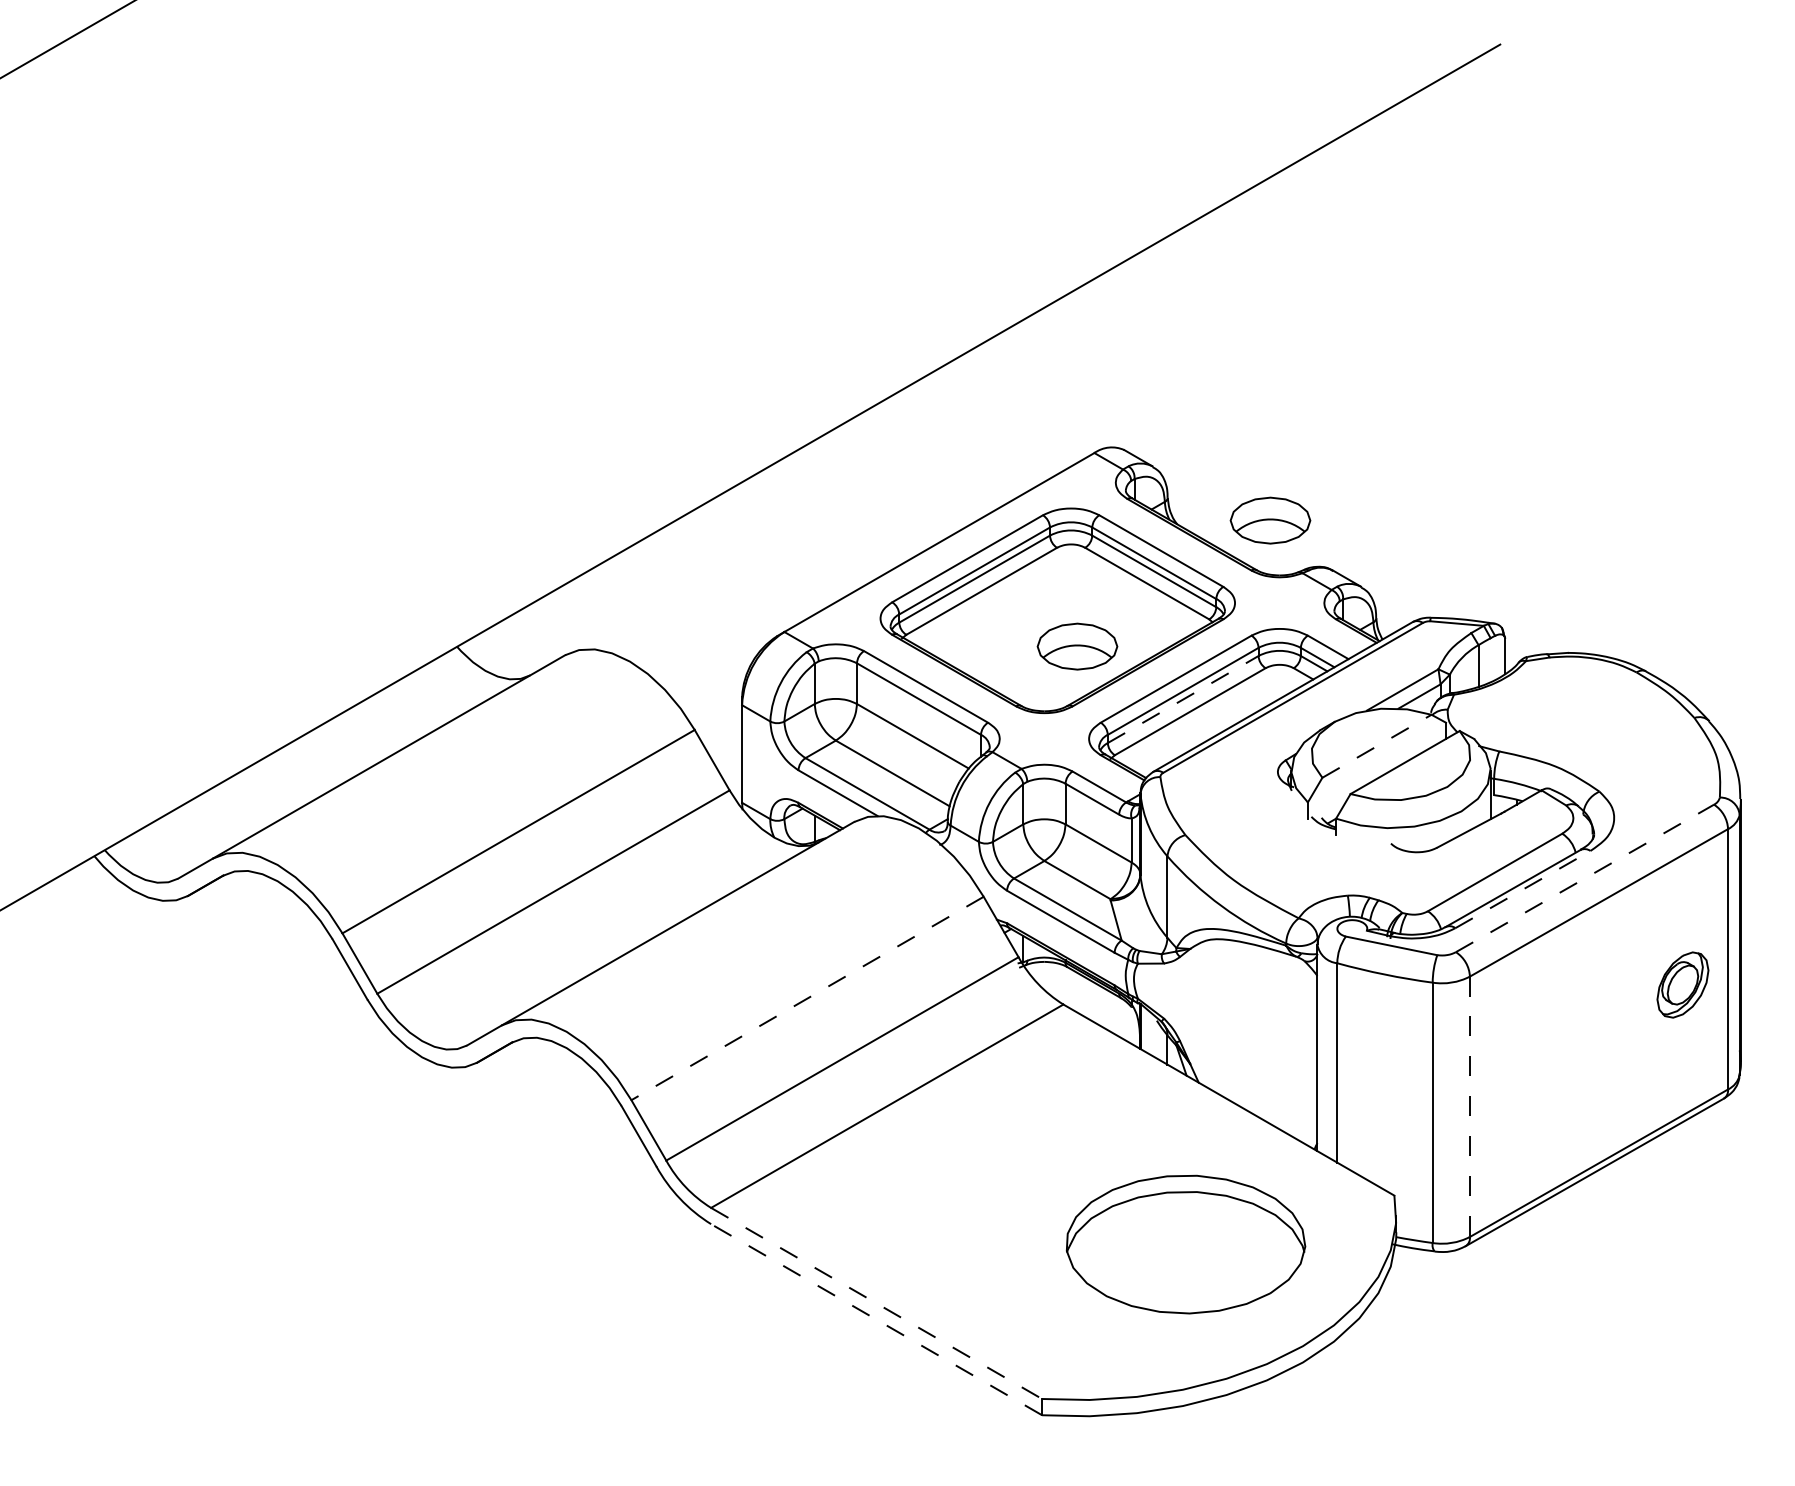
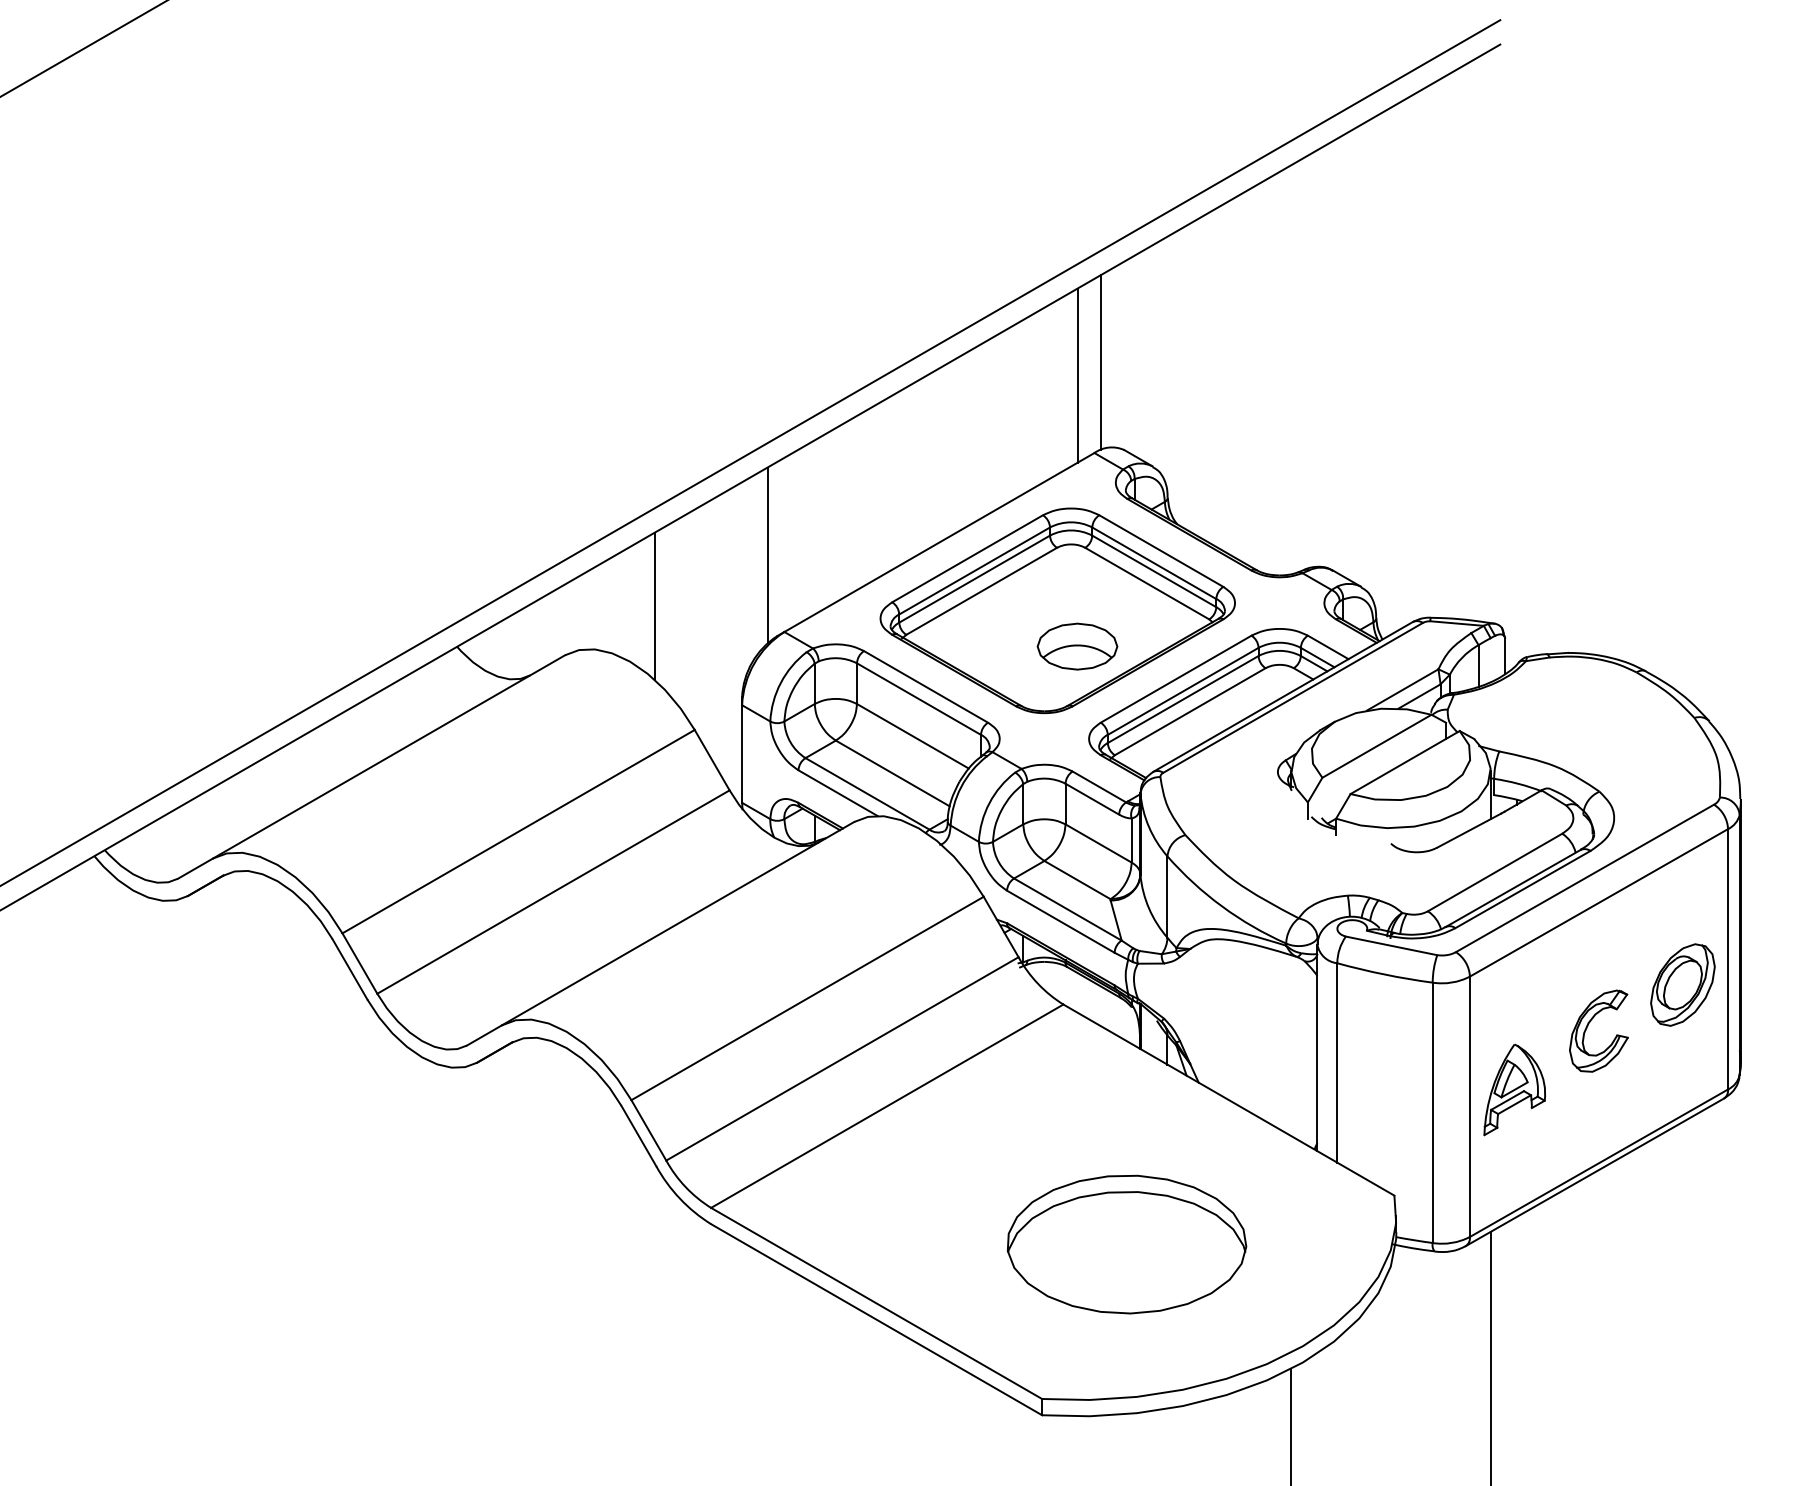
line at (67, 39) position: (67, 39) -> (83, 48)
line at (1100, 362): none -> present
line at (1077, 375): none -> present
line at (751, 452): none -> present
part at (1270, 520): present -> none
line at (767, 555): none -> present
line at (654, 605): none -> present
line at (1183, 699): dashed -> solid
line at (1377, 746): dashed -> solid
line at (1584, 878): dashed -> solid
line at (1522, 889): dashed -> solid
part at (1682, 984) size: 54x68 px -> 66x84 px
line at (807, 998): dashed -> solid
part at (1588, 1026): none -> present
part at (1514, 1089): none -> present
line at (1469, 1107): dashed -> solid
part at (1185, 1244) position: (1185, 1244) -> (1126, 1244)
line at (877, 1303): dashed -> solid
line at (876, 1319): dashed -> solid
line at (1490, 1356): none -> present
line at (1291, 1425): none -> present
